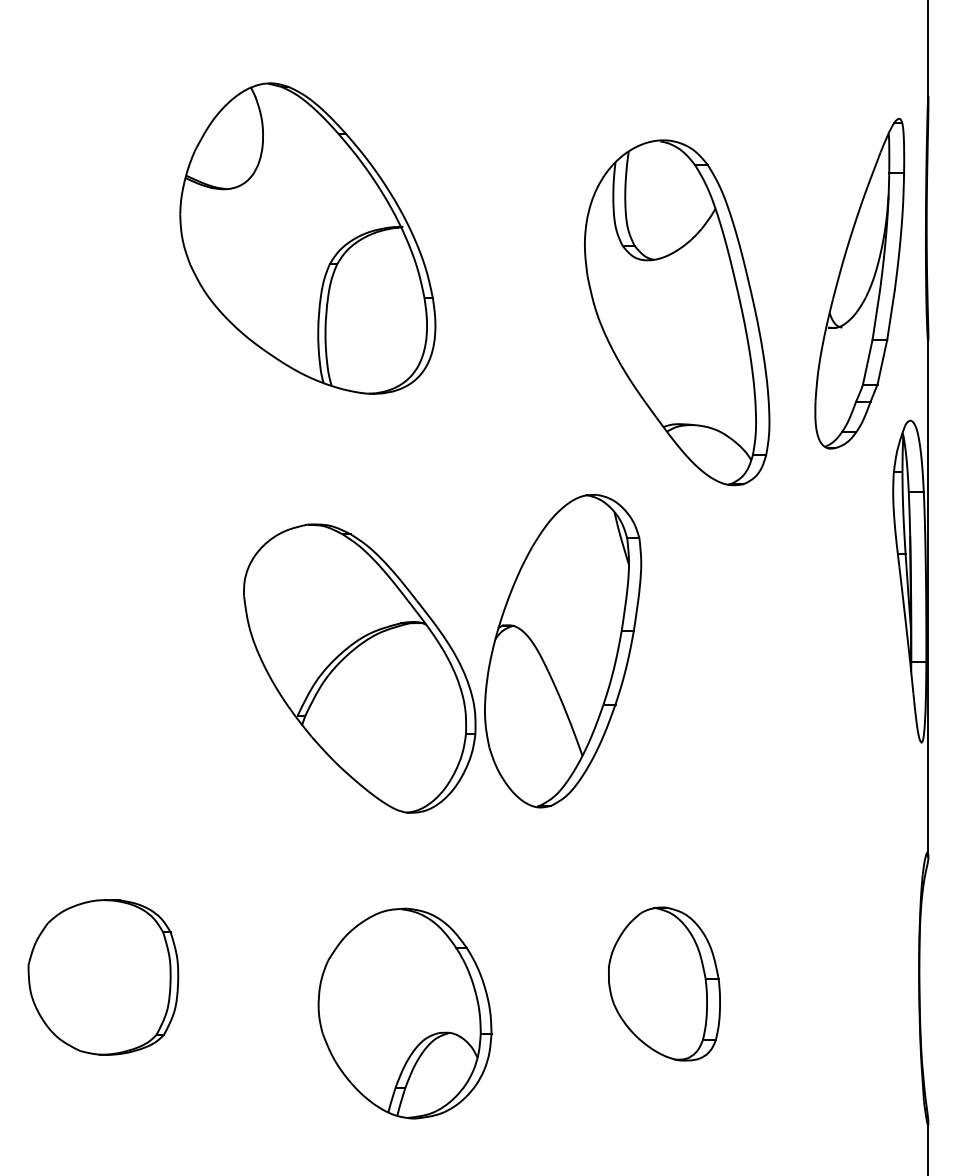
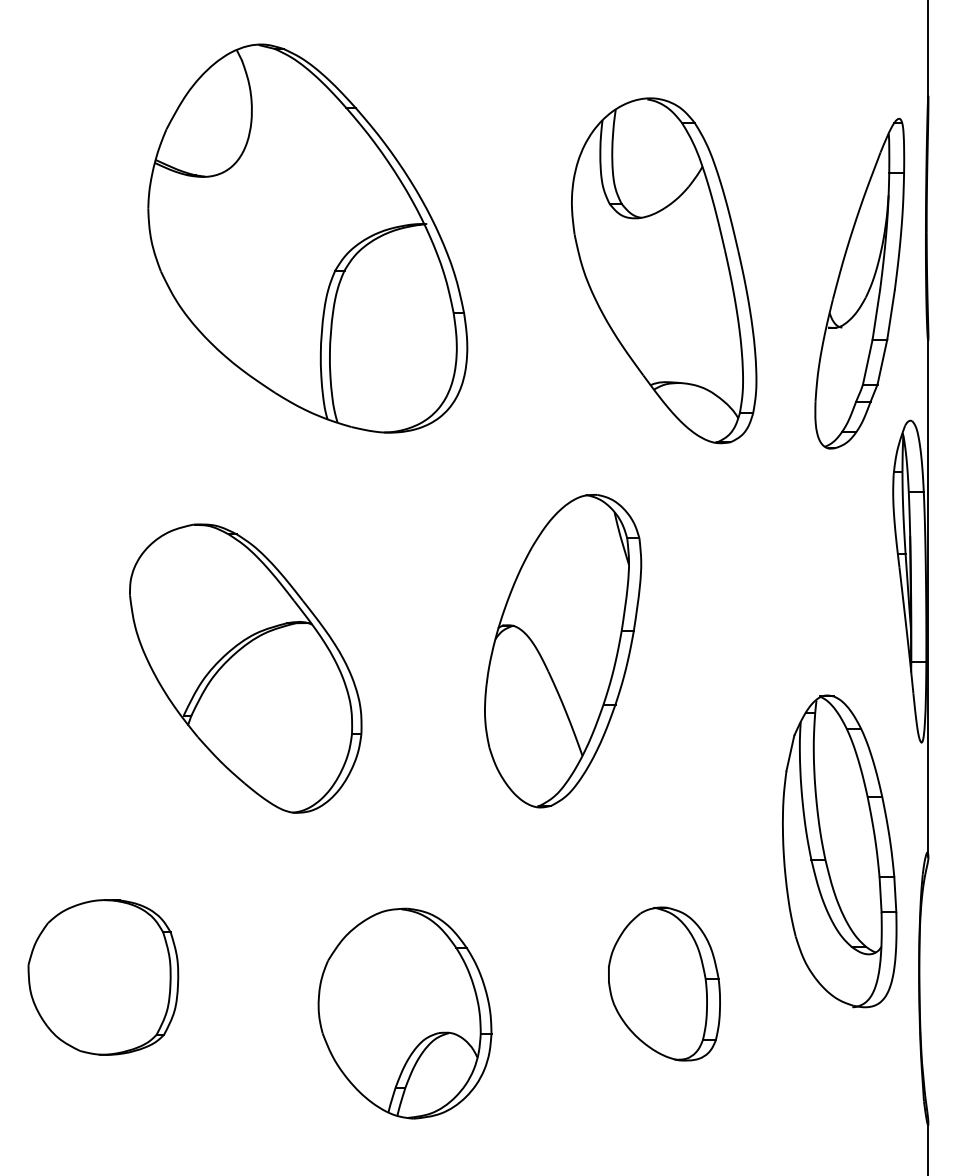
part at (307, 238) size: 258x313 px -> 322x391 px
part at (677, 312) position: (677, 312) -> (664, 270)
part at (359, 668) position: (359, 668) -> (245, 668)
part at (839, 851): none -> present
